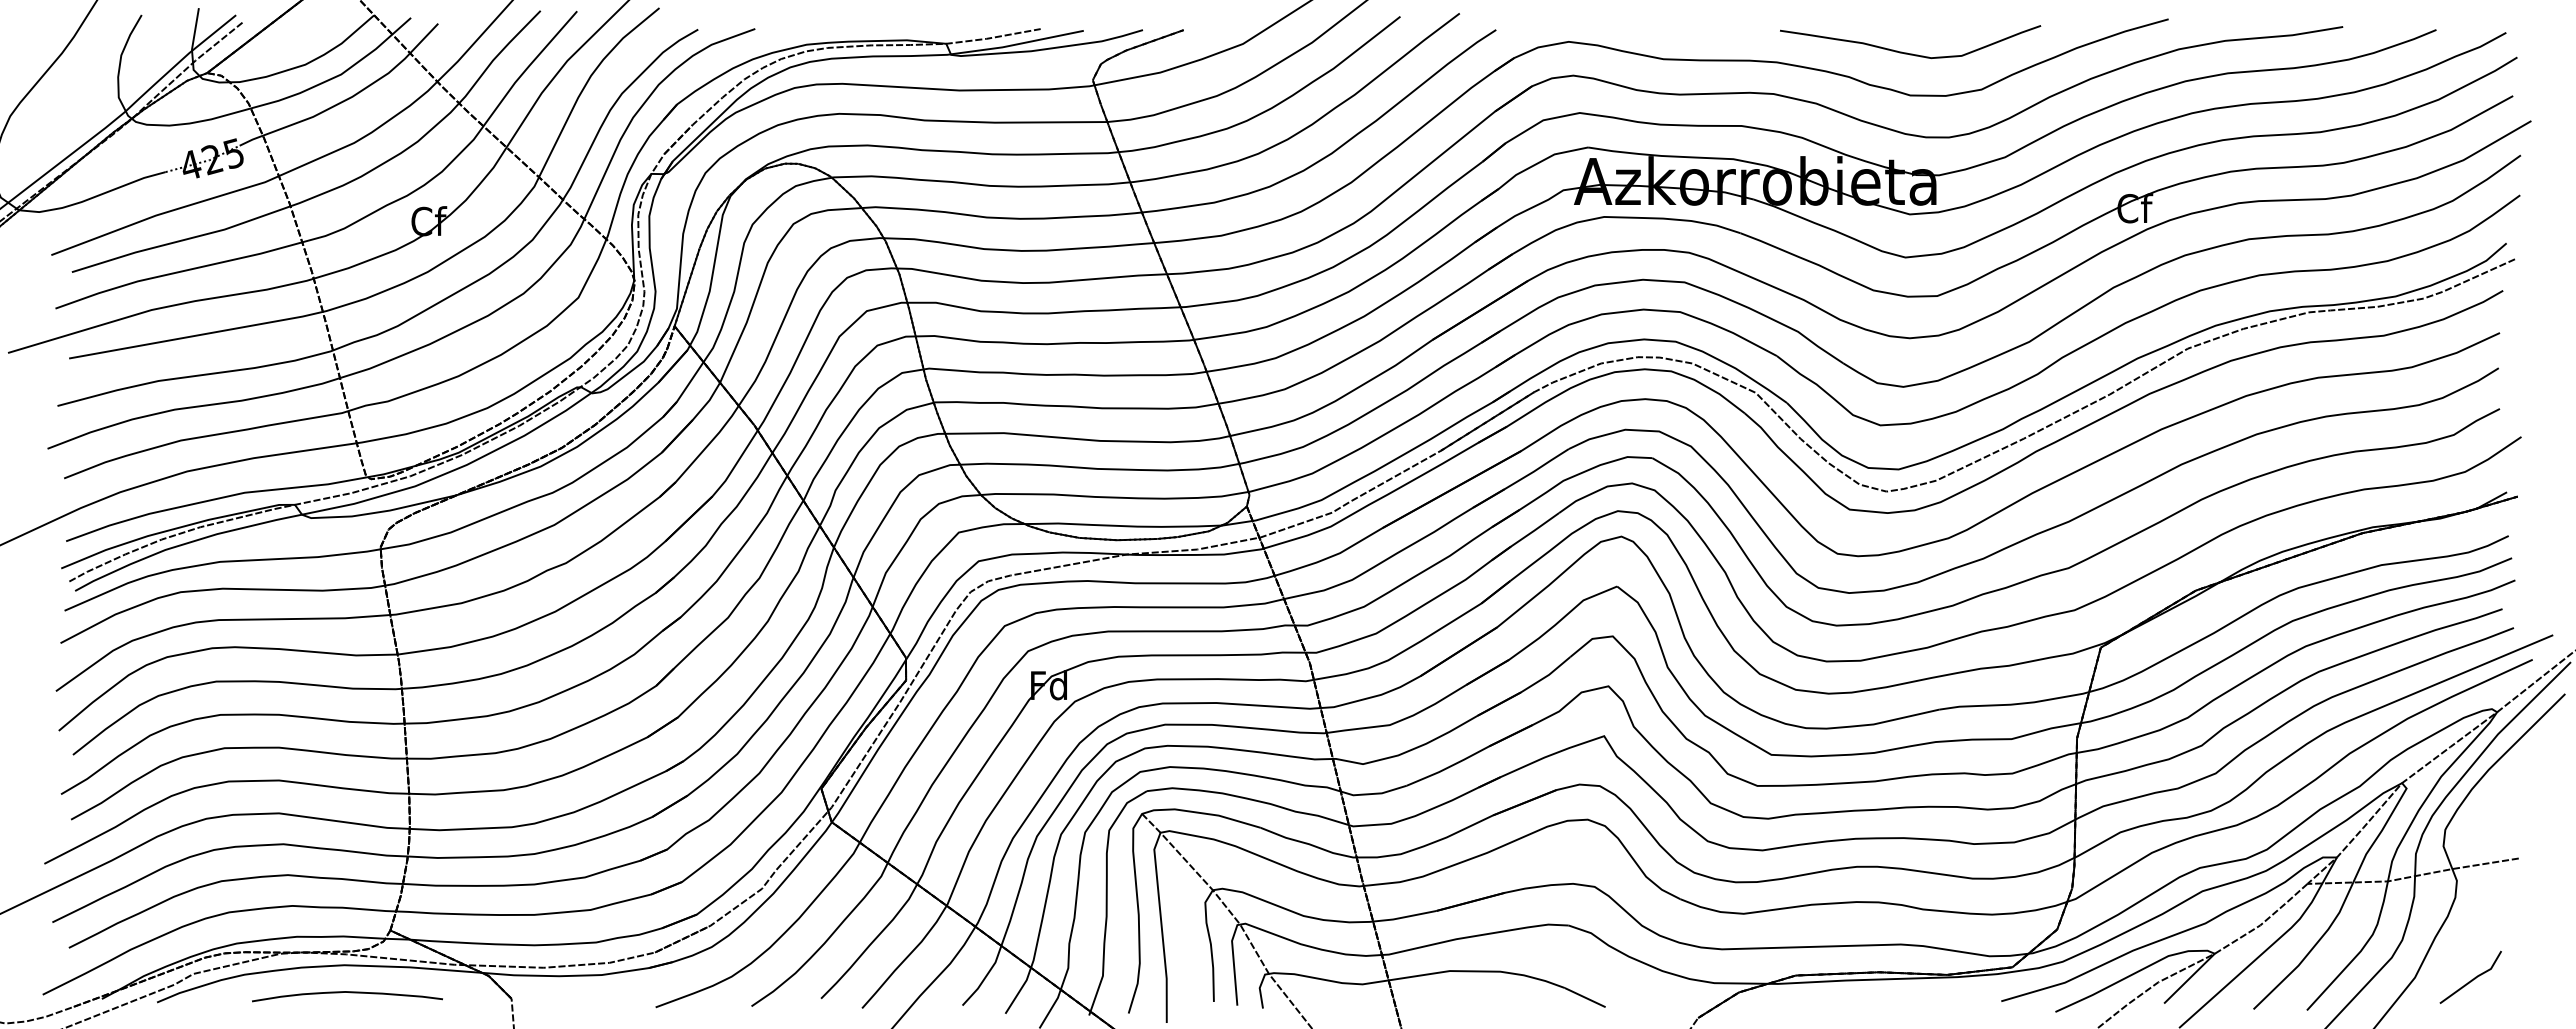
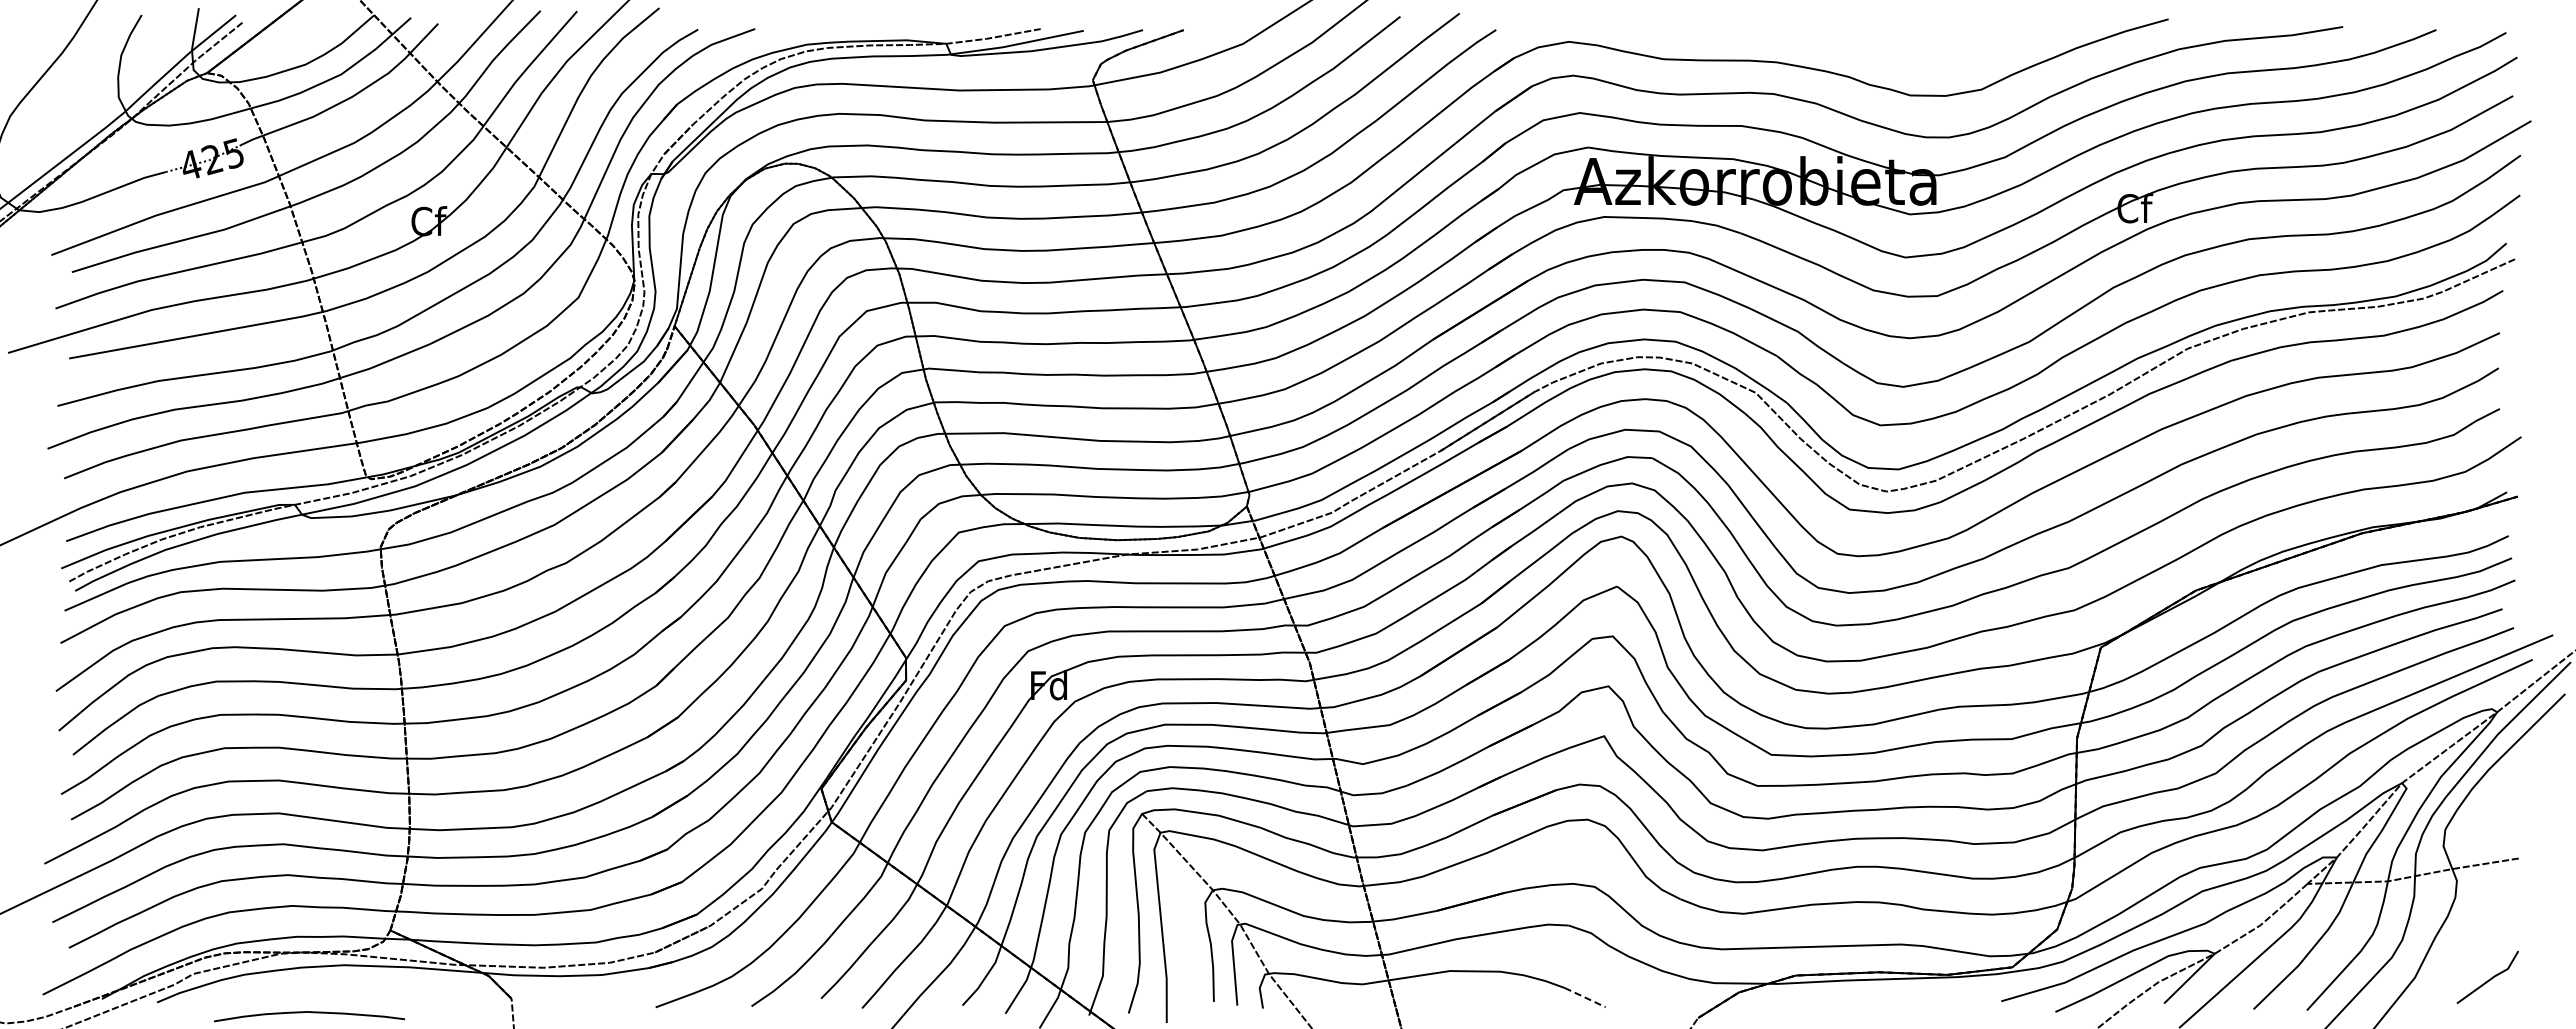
curve at (1907, 52): present -> none
line at (2471, 979) position: (2471, 979) -> (2488, 979)
curve at (347, 992) position: (347, 992) -> (309, 1012)
line at (1585, 997): solid -> dashed
